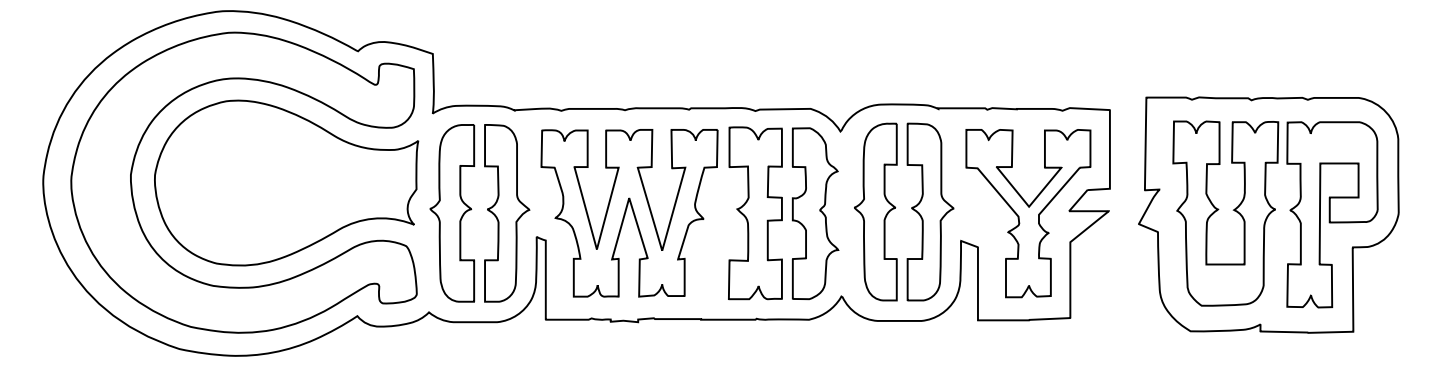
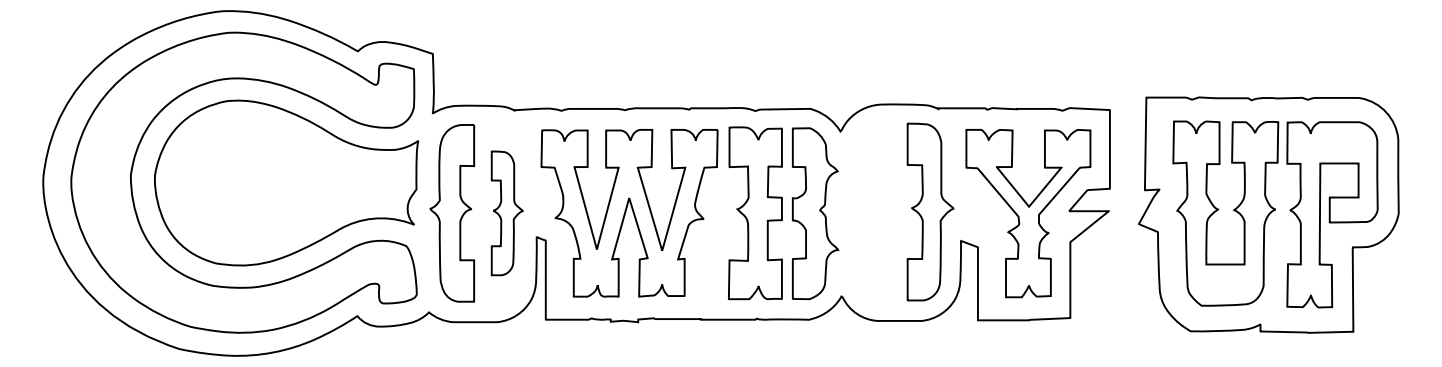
part at (875, 211): present -> none
part at (507, 213) size: 47x179 px -> 34x127 px
